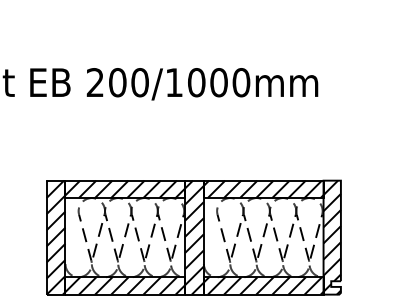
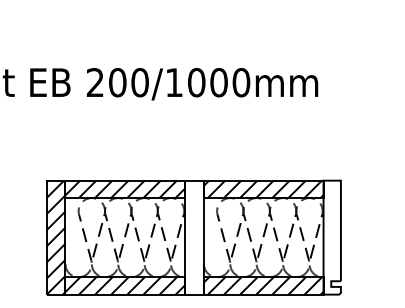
hatch at (194, 237): present -> none
hatch at (331, 237): present -> none
